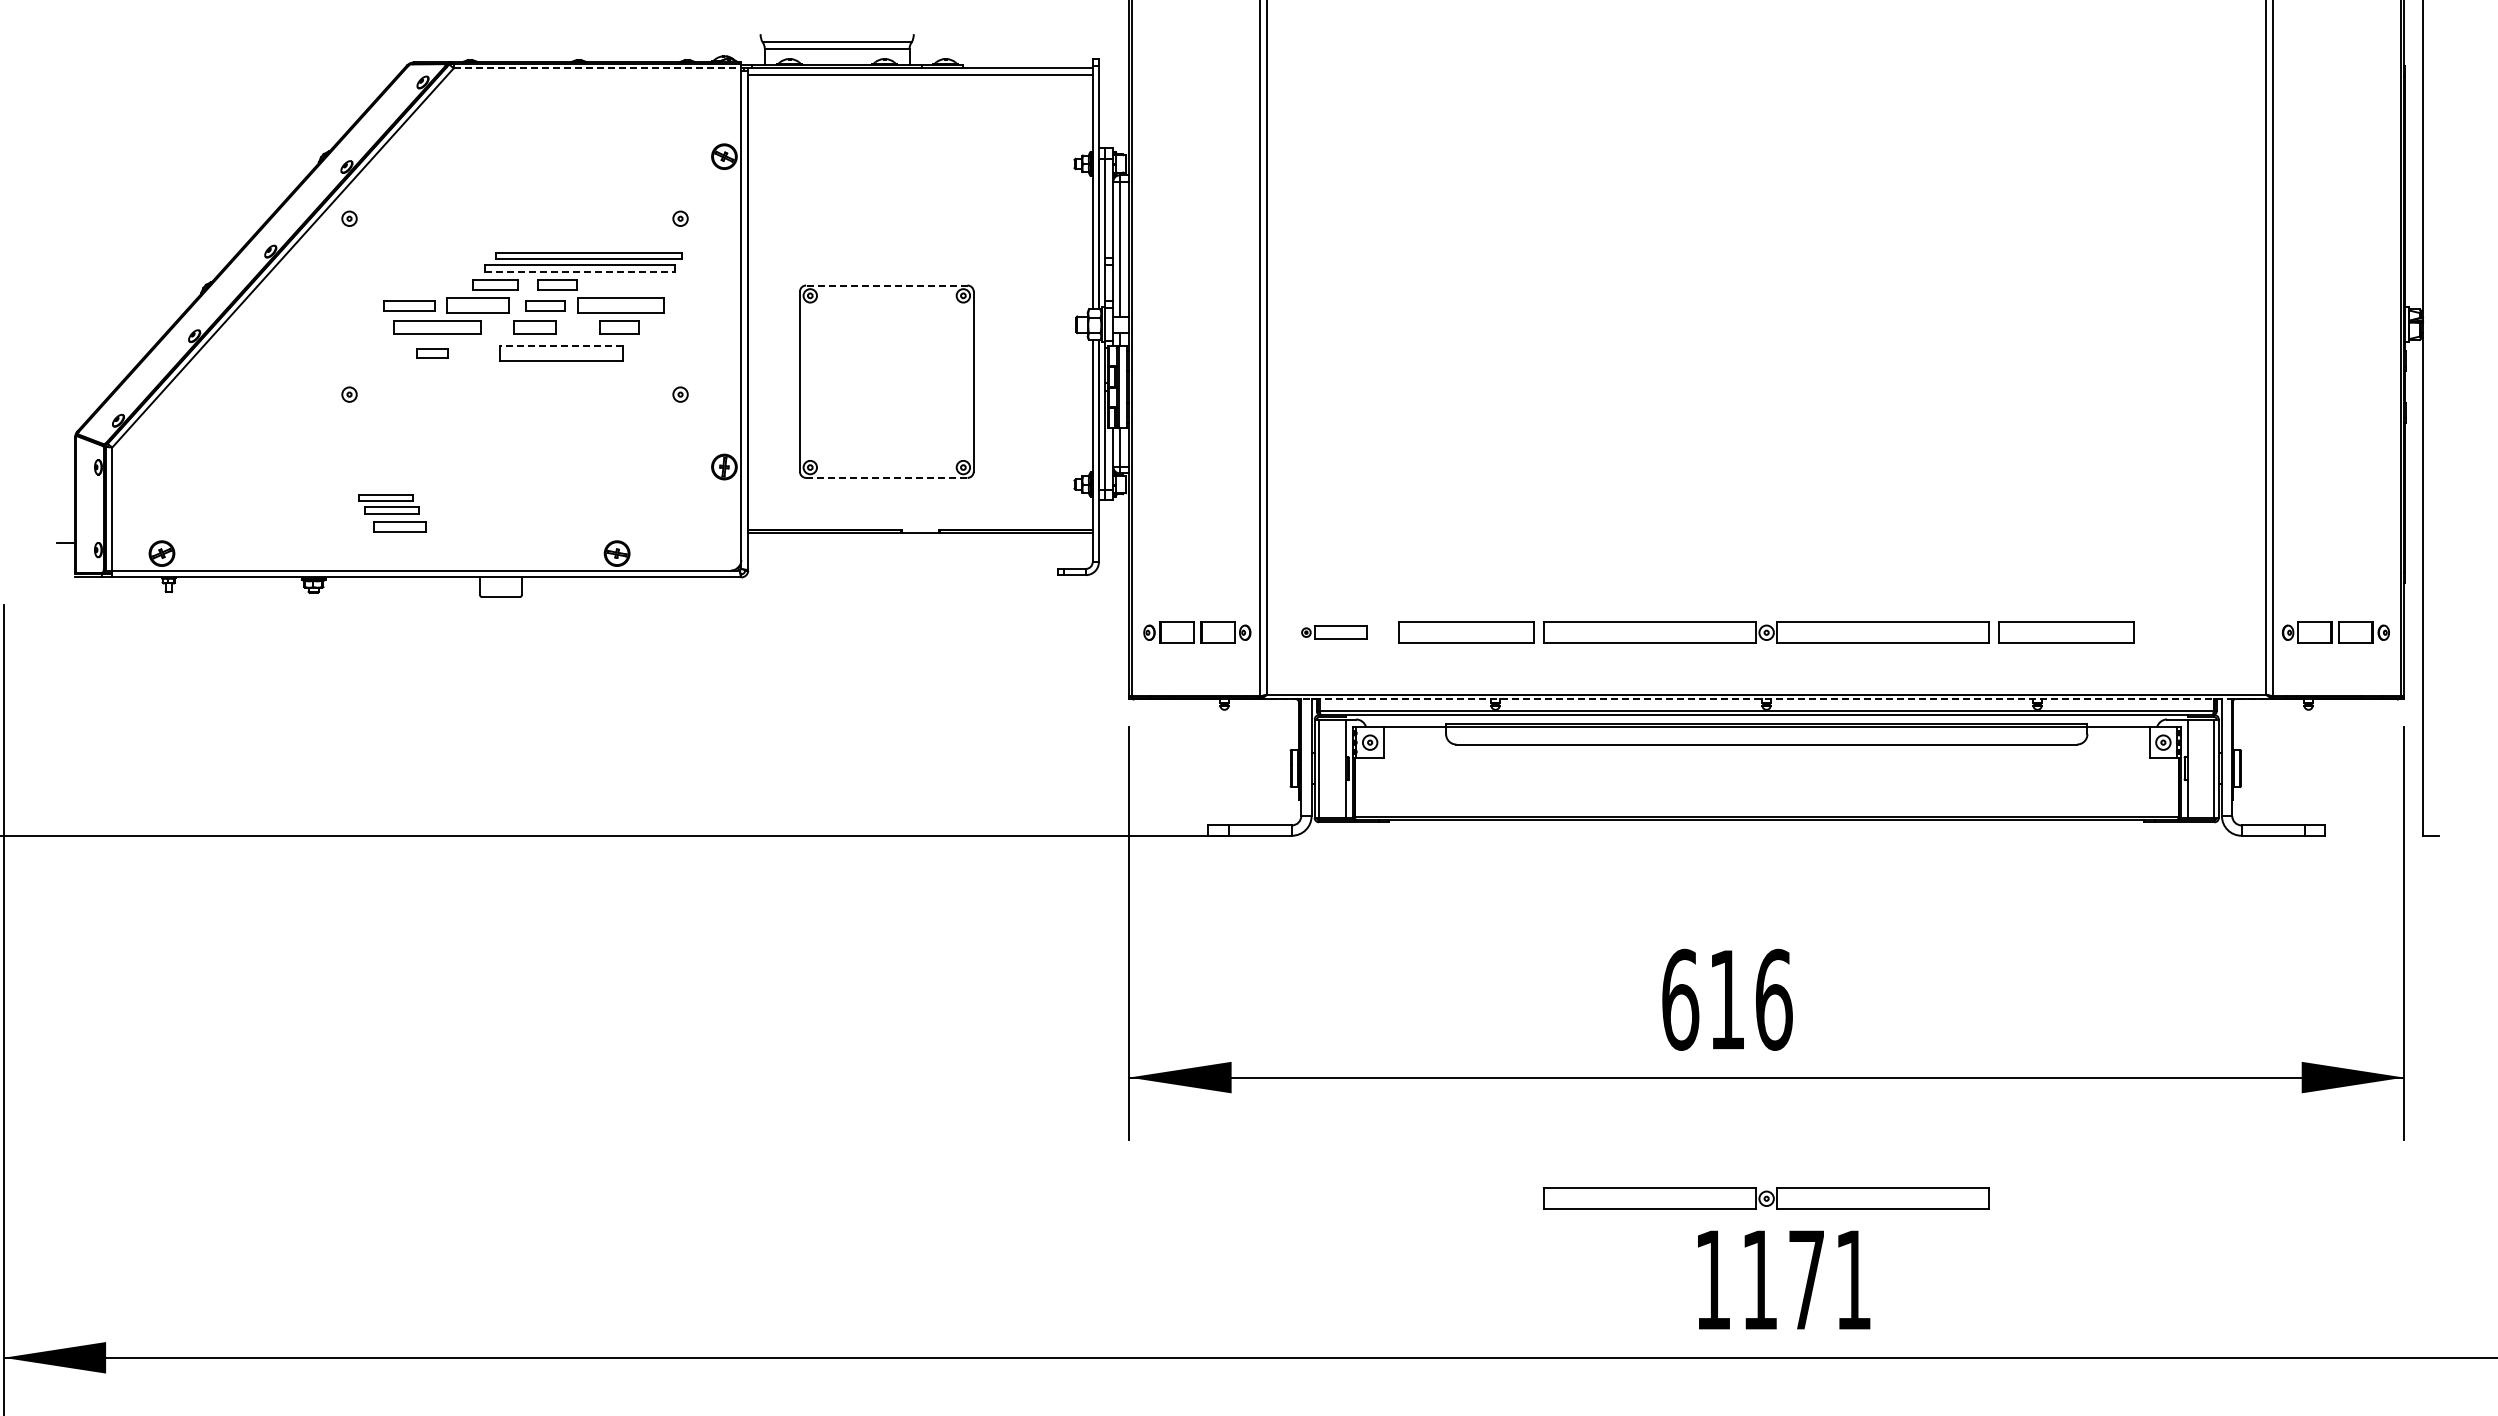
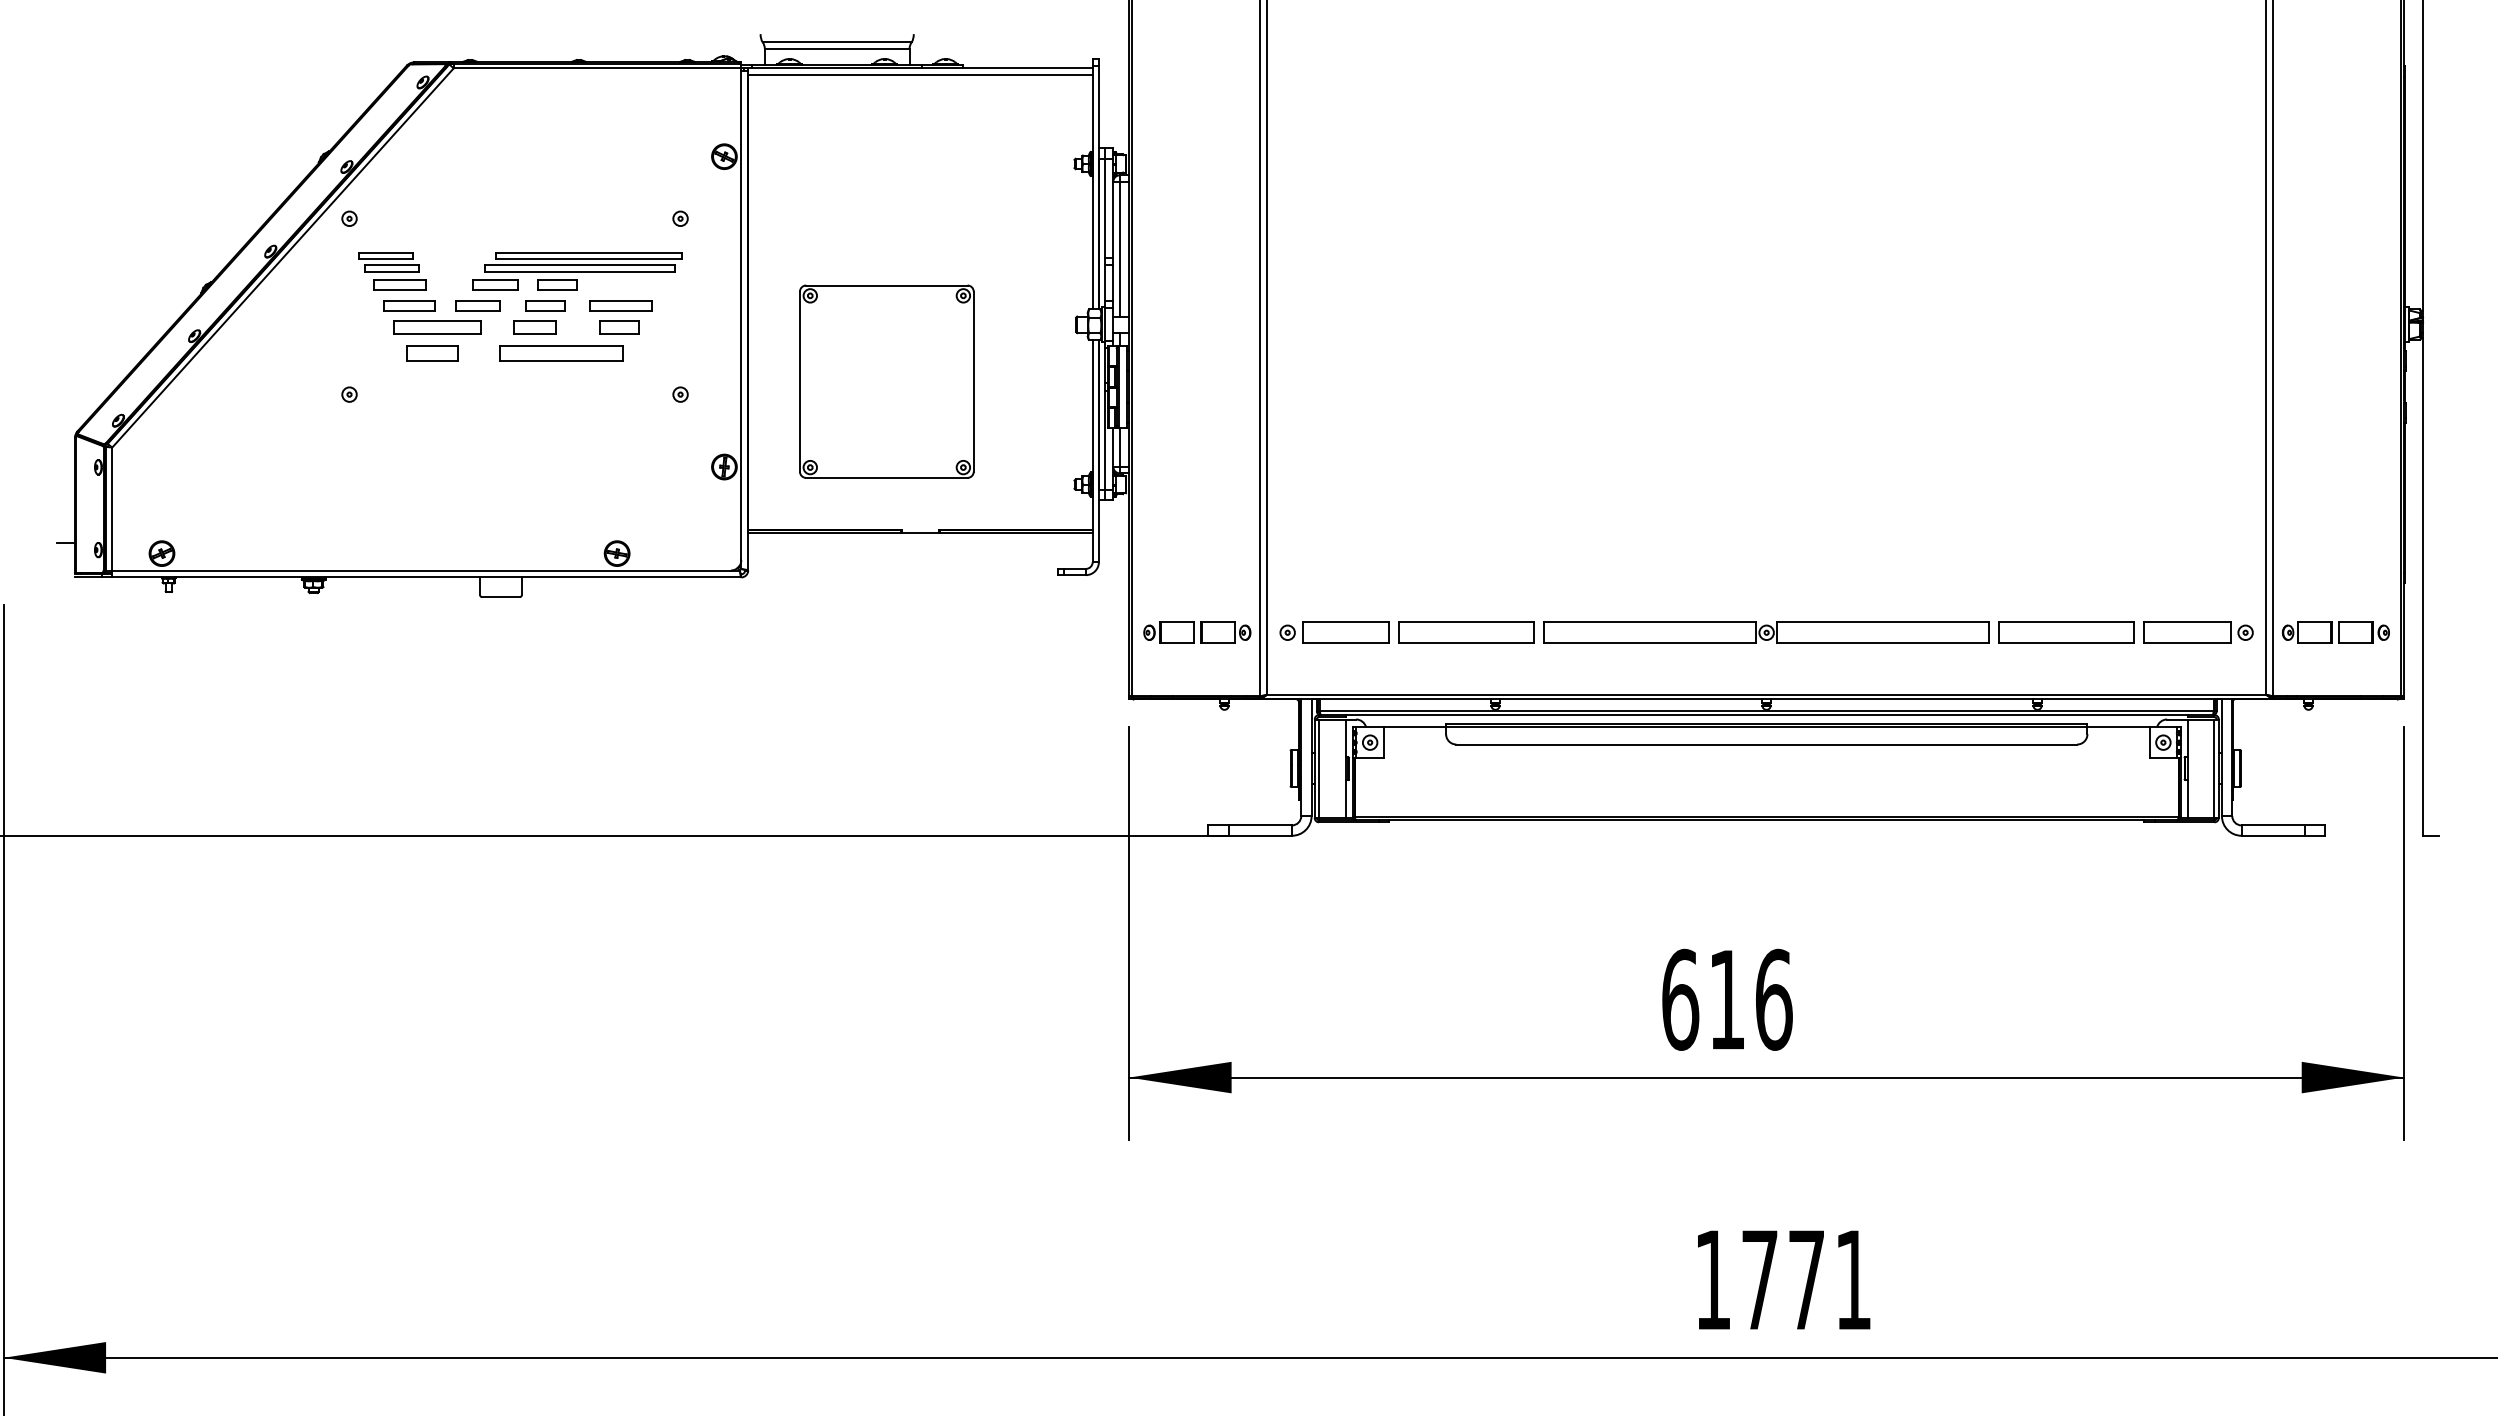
line at (597, 68): dashed -> solid
line at (580, 271): dashed -> solid
line at (886, 285): dashed -> solid
part at (477, 305) size: 64x17 px -> 46x12 px
part at (620, 305) size: 88x17 px -> 64x12 px
line at (561, 346): dashed -> solid
part at (432, 353) size: 33x11 px -> 53x17 px
line at (886, 477): dashed -> solid
part at (392, 513) position: (392, 513) -> (392, 271)
part at (1334, 632) size: 67x15 px -> 111x23 px
part at (2198, 632): none -> present
line at (1766, 699): dashed -> solid
part at (1766, 1198): present -> none
text at (1759, 1279): 1171 -> 1771
